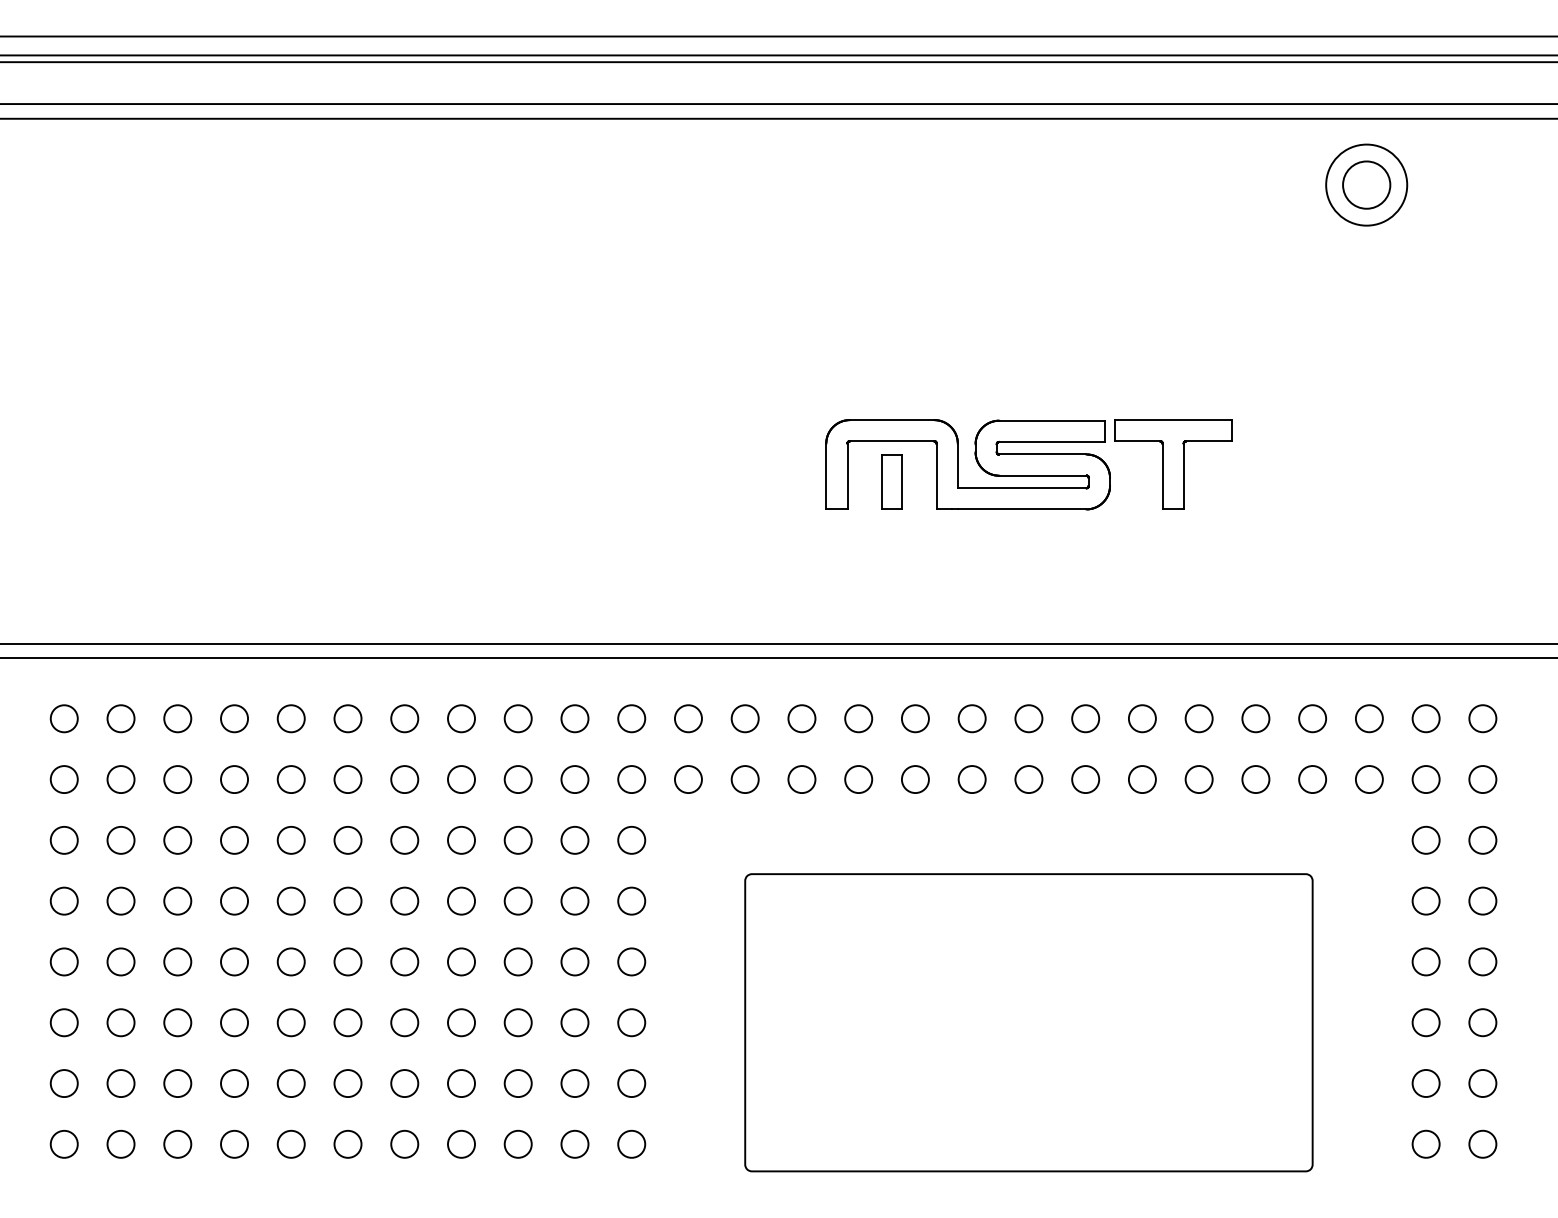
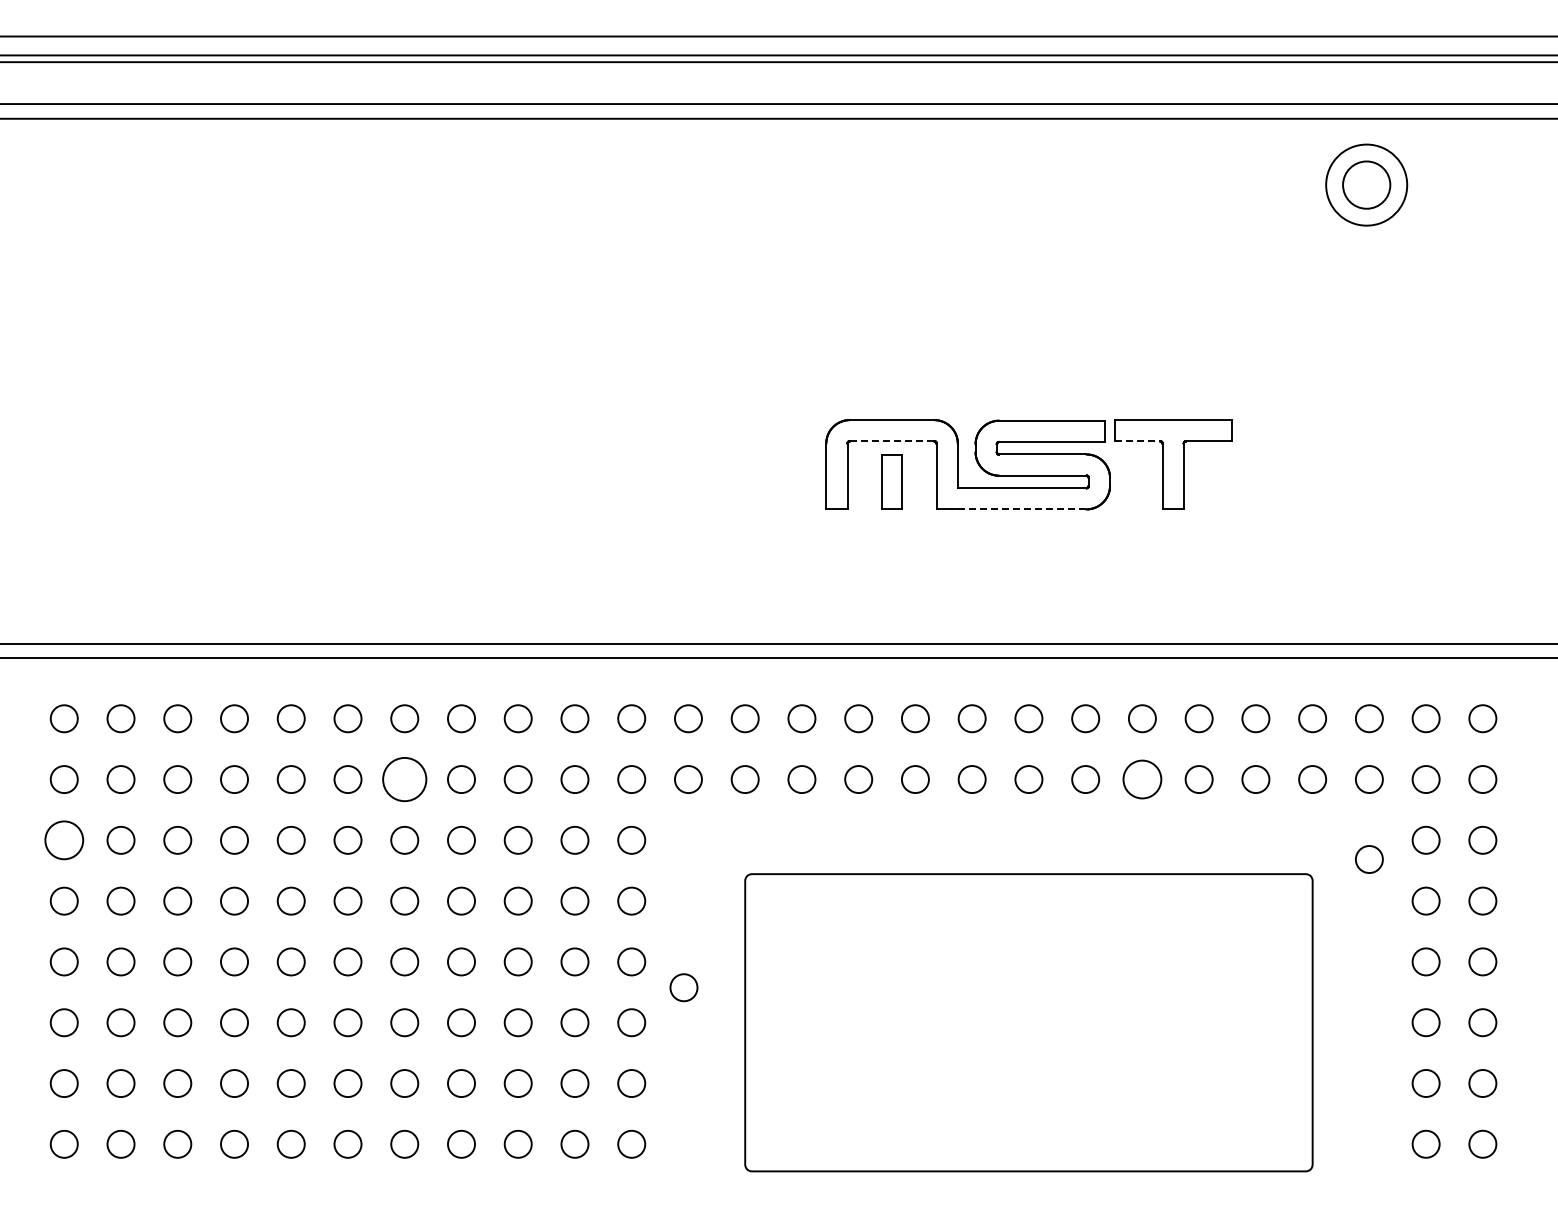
line at (892, 441): solid -> dashed
line at (1137, 441): solid -> dashed
line at (1022, 509): solid -> dashed
circle at (404, 779) diameter: 27 px -> 43 px
circle at (1141, 779) diameter: 27 px -> 38 px
circle at (63, 839) diameter: 27 px -> 38 px
circle at (1369, 859): none -> present
circle at (683, 987): none -> present
